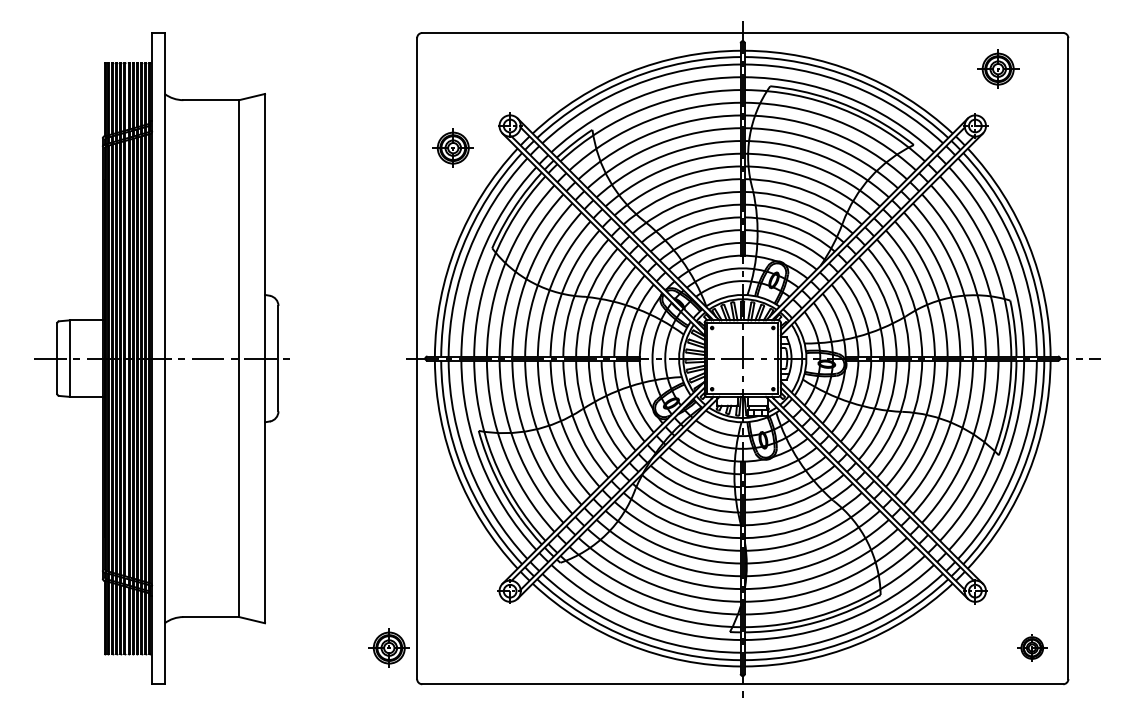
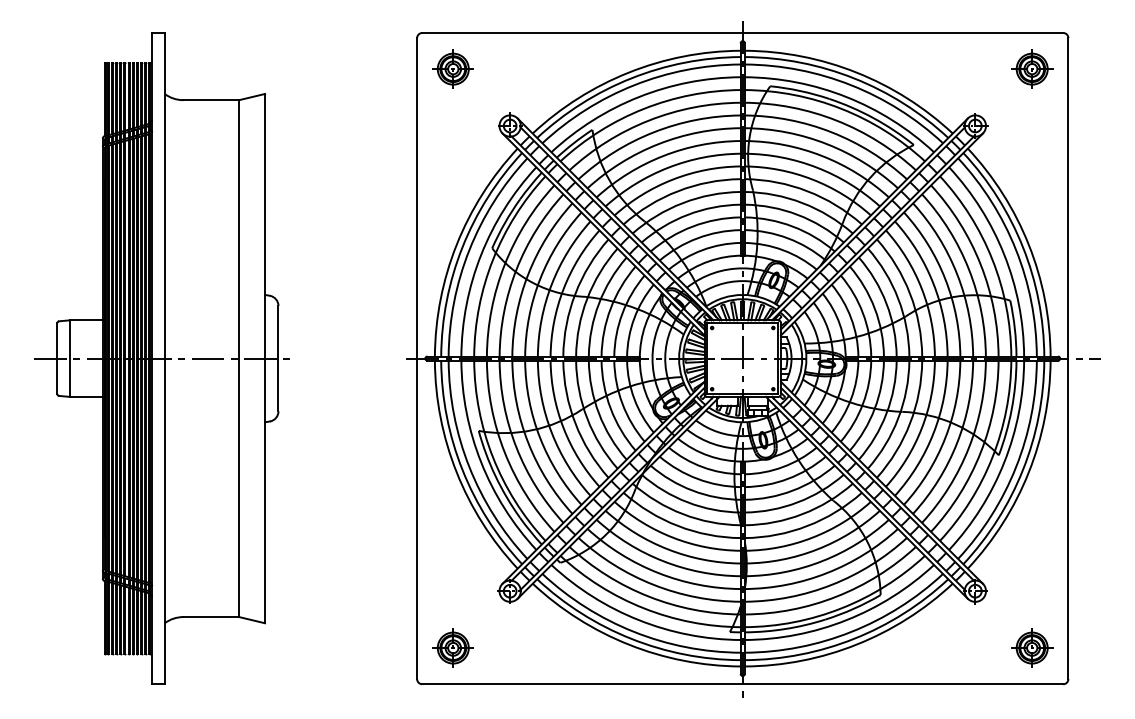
part at (998, 68) position: (998, 68) -> (1032, 68)
part at (452, 147) position: (452, 147) -> (452, 68)
part at (388, 647) position: (388, 647) -> (452, 647)
part at (1032, 647) size: 31x28 px -> 43x40 px
